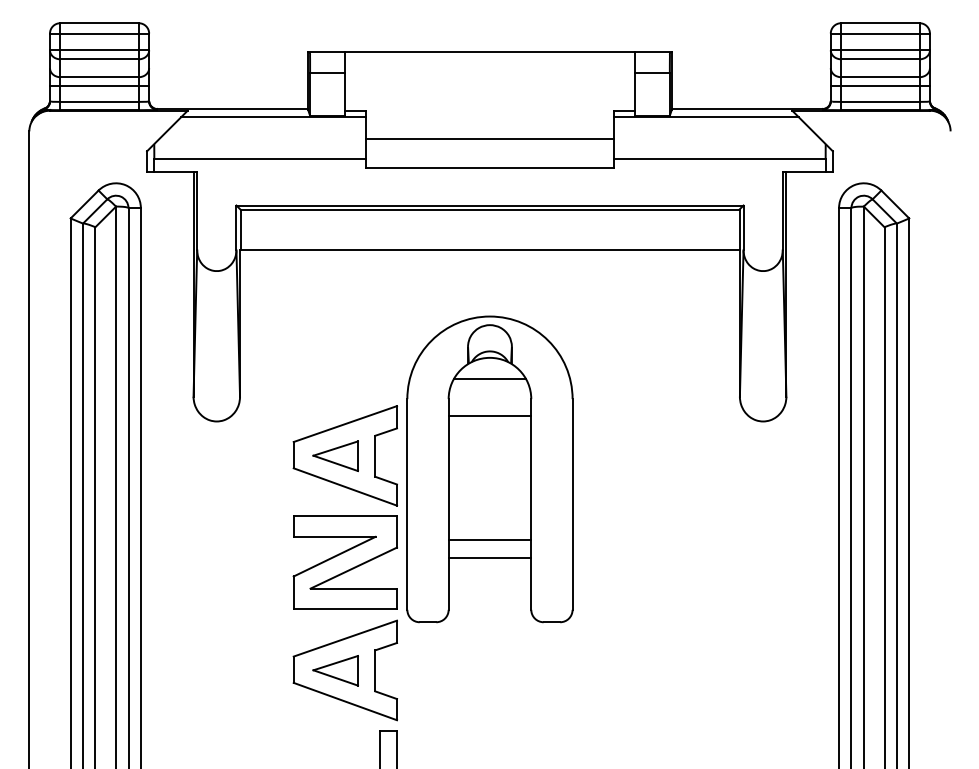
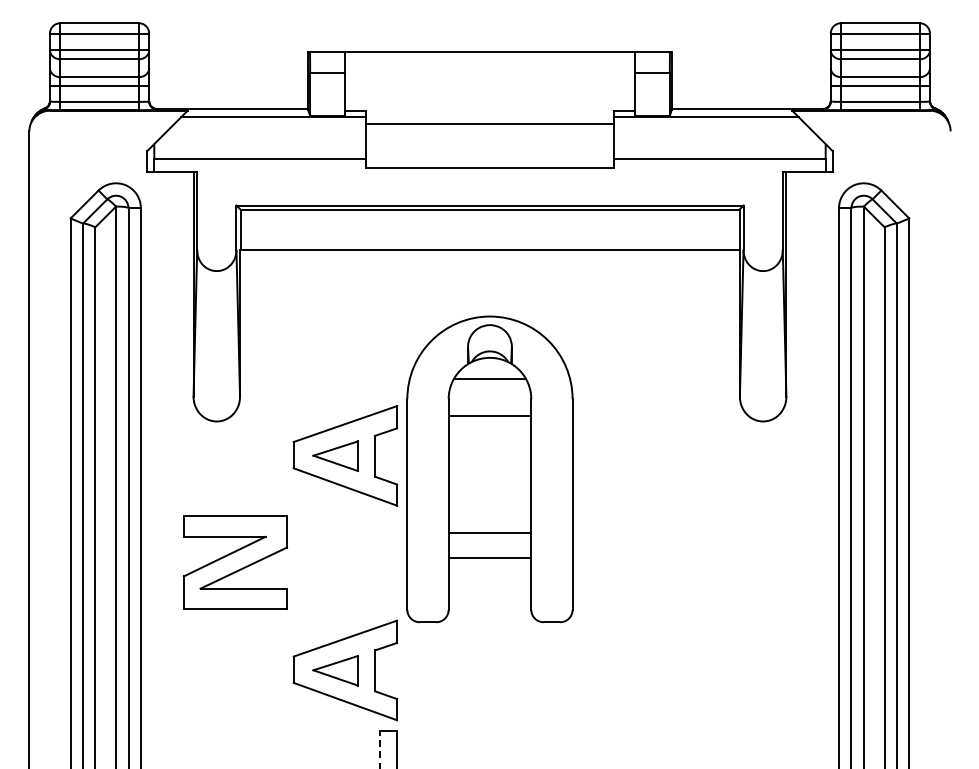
line at (489, 138) position: (489, 138) -> (489, 123)
line at (489, 540) position: (489, 540) -> (489, 533)
part at (344, 562) position: (344, 562) -> (234, 562)
line at (379, 749): solid -> dashed
